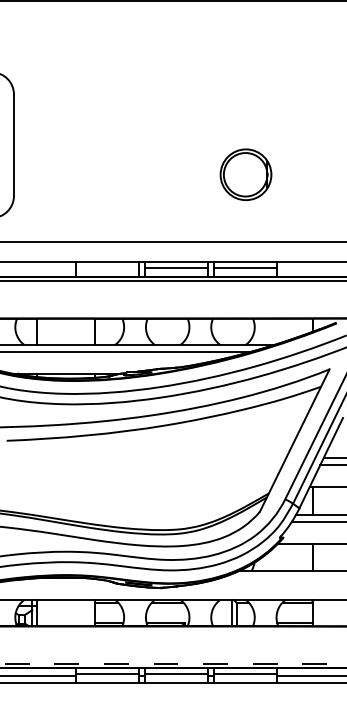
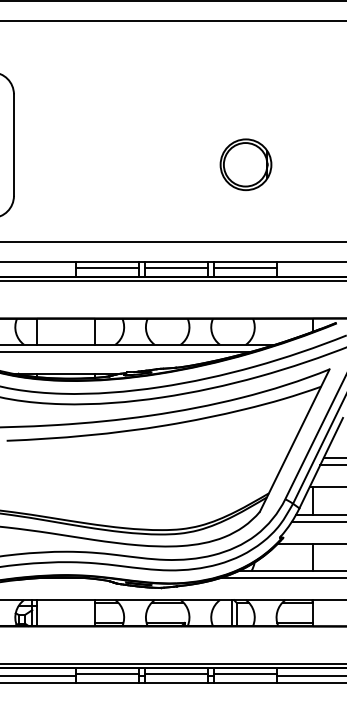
line at (172, 21): none -> present
part at (245, 174) position: (245, 174) -> (245, 164)
line at (107, 267): none -> present
line at (281, 578): none -> present
line at (173, 663): dashed -> solid
